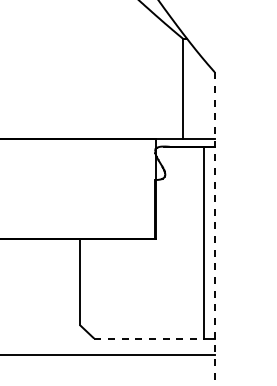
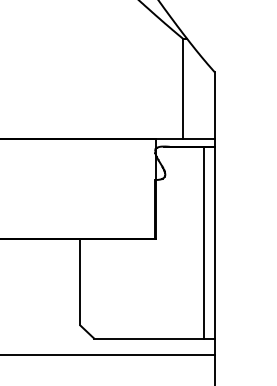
line at (214, 229): dashed -> solid
line at (149, 338): dashed -> solid
